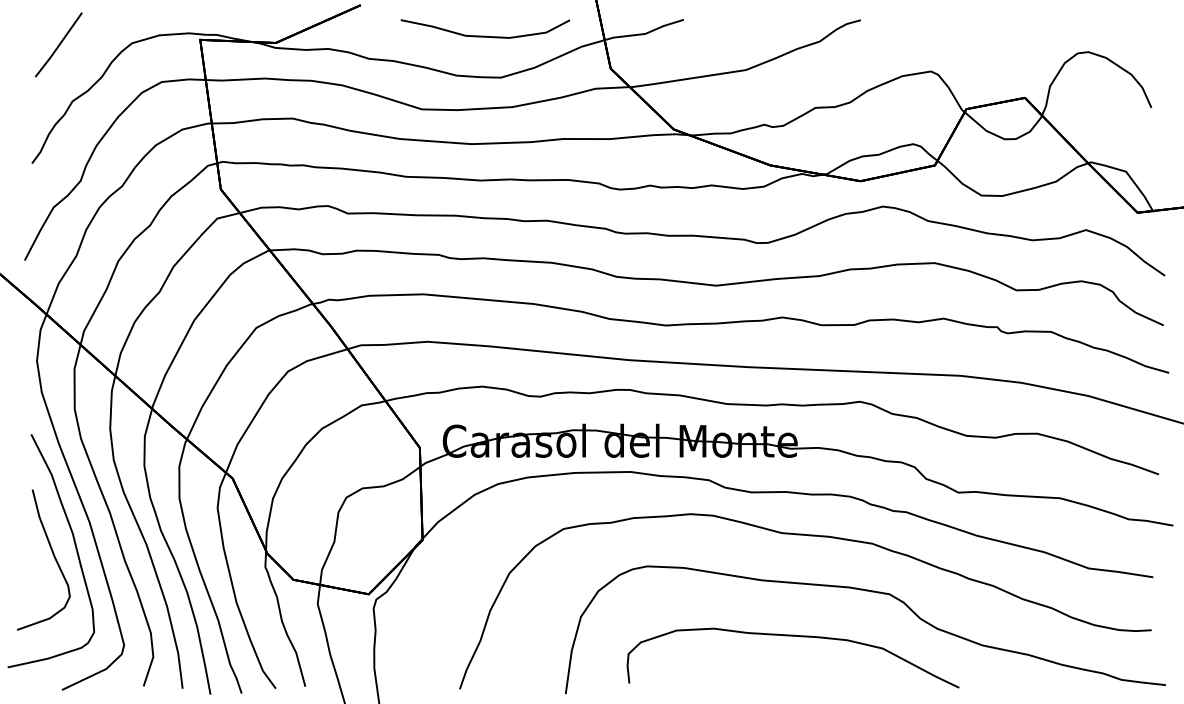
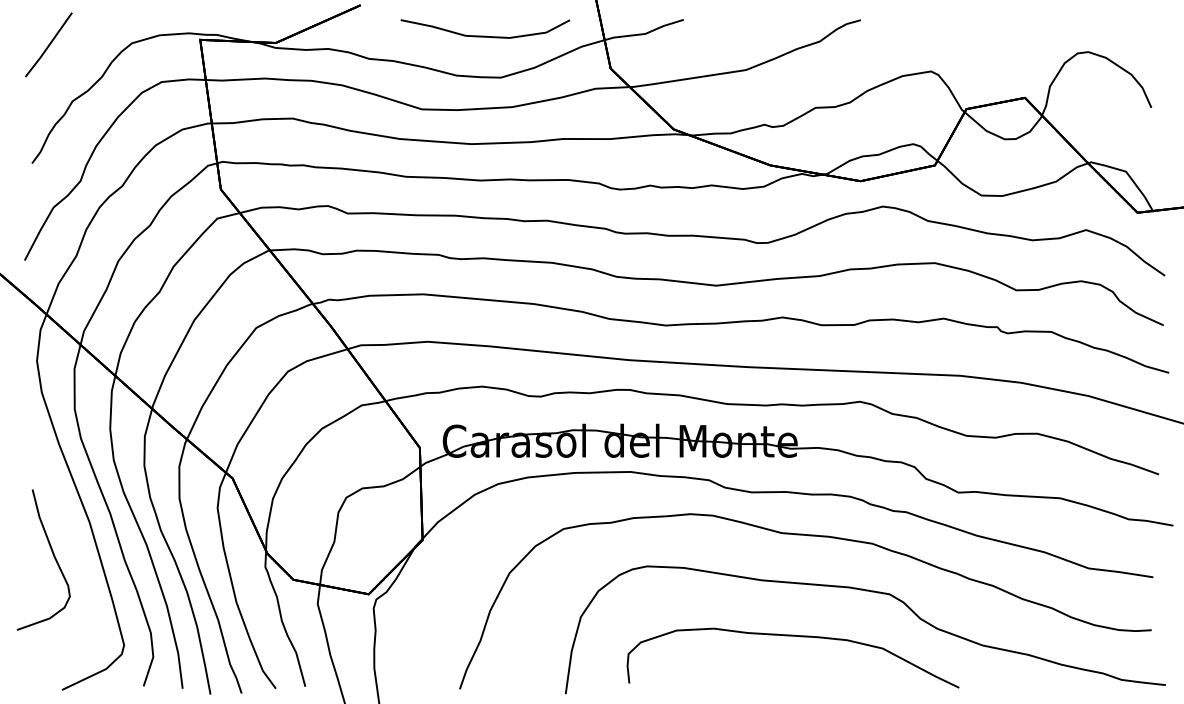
line at (58, 44) position: (58, 44) -> (48, 44)
curve at (74, 545): present -> none
